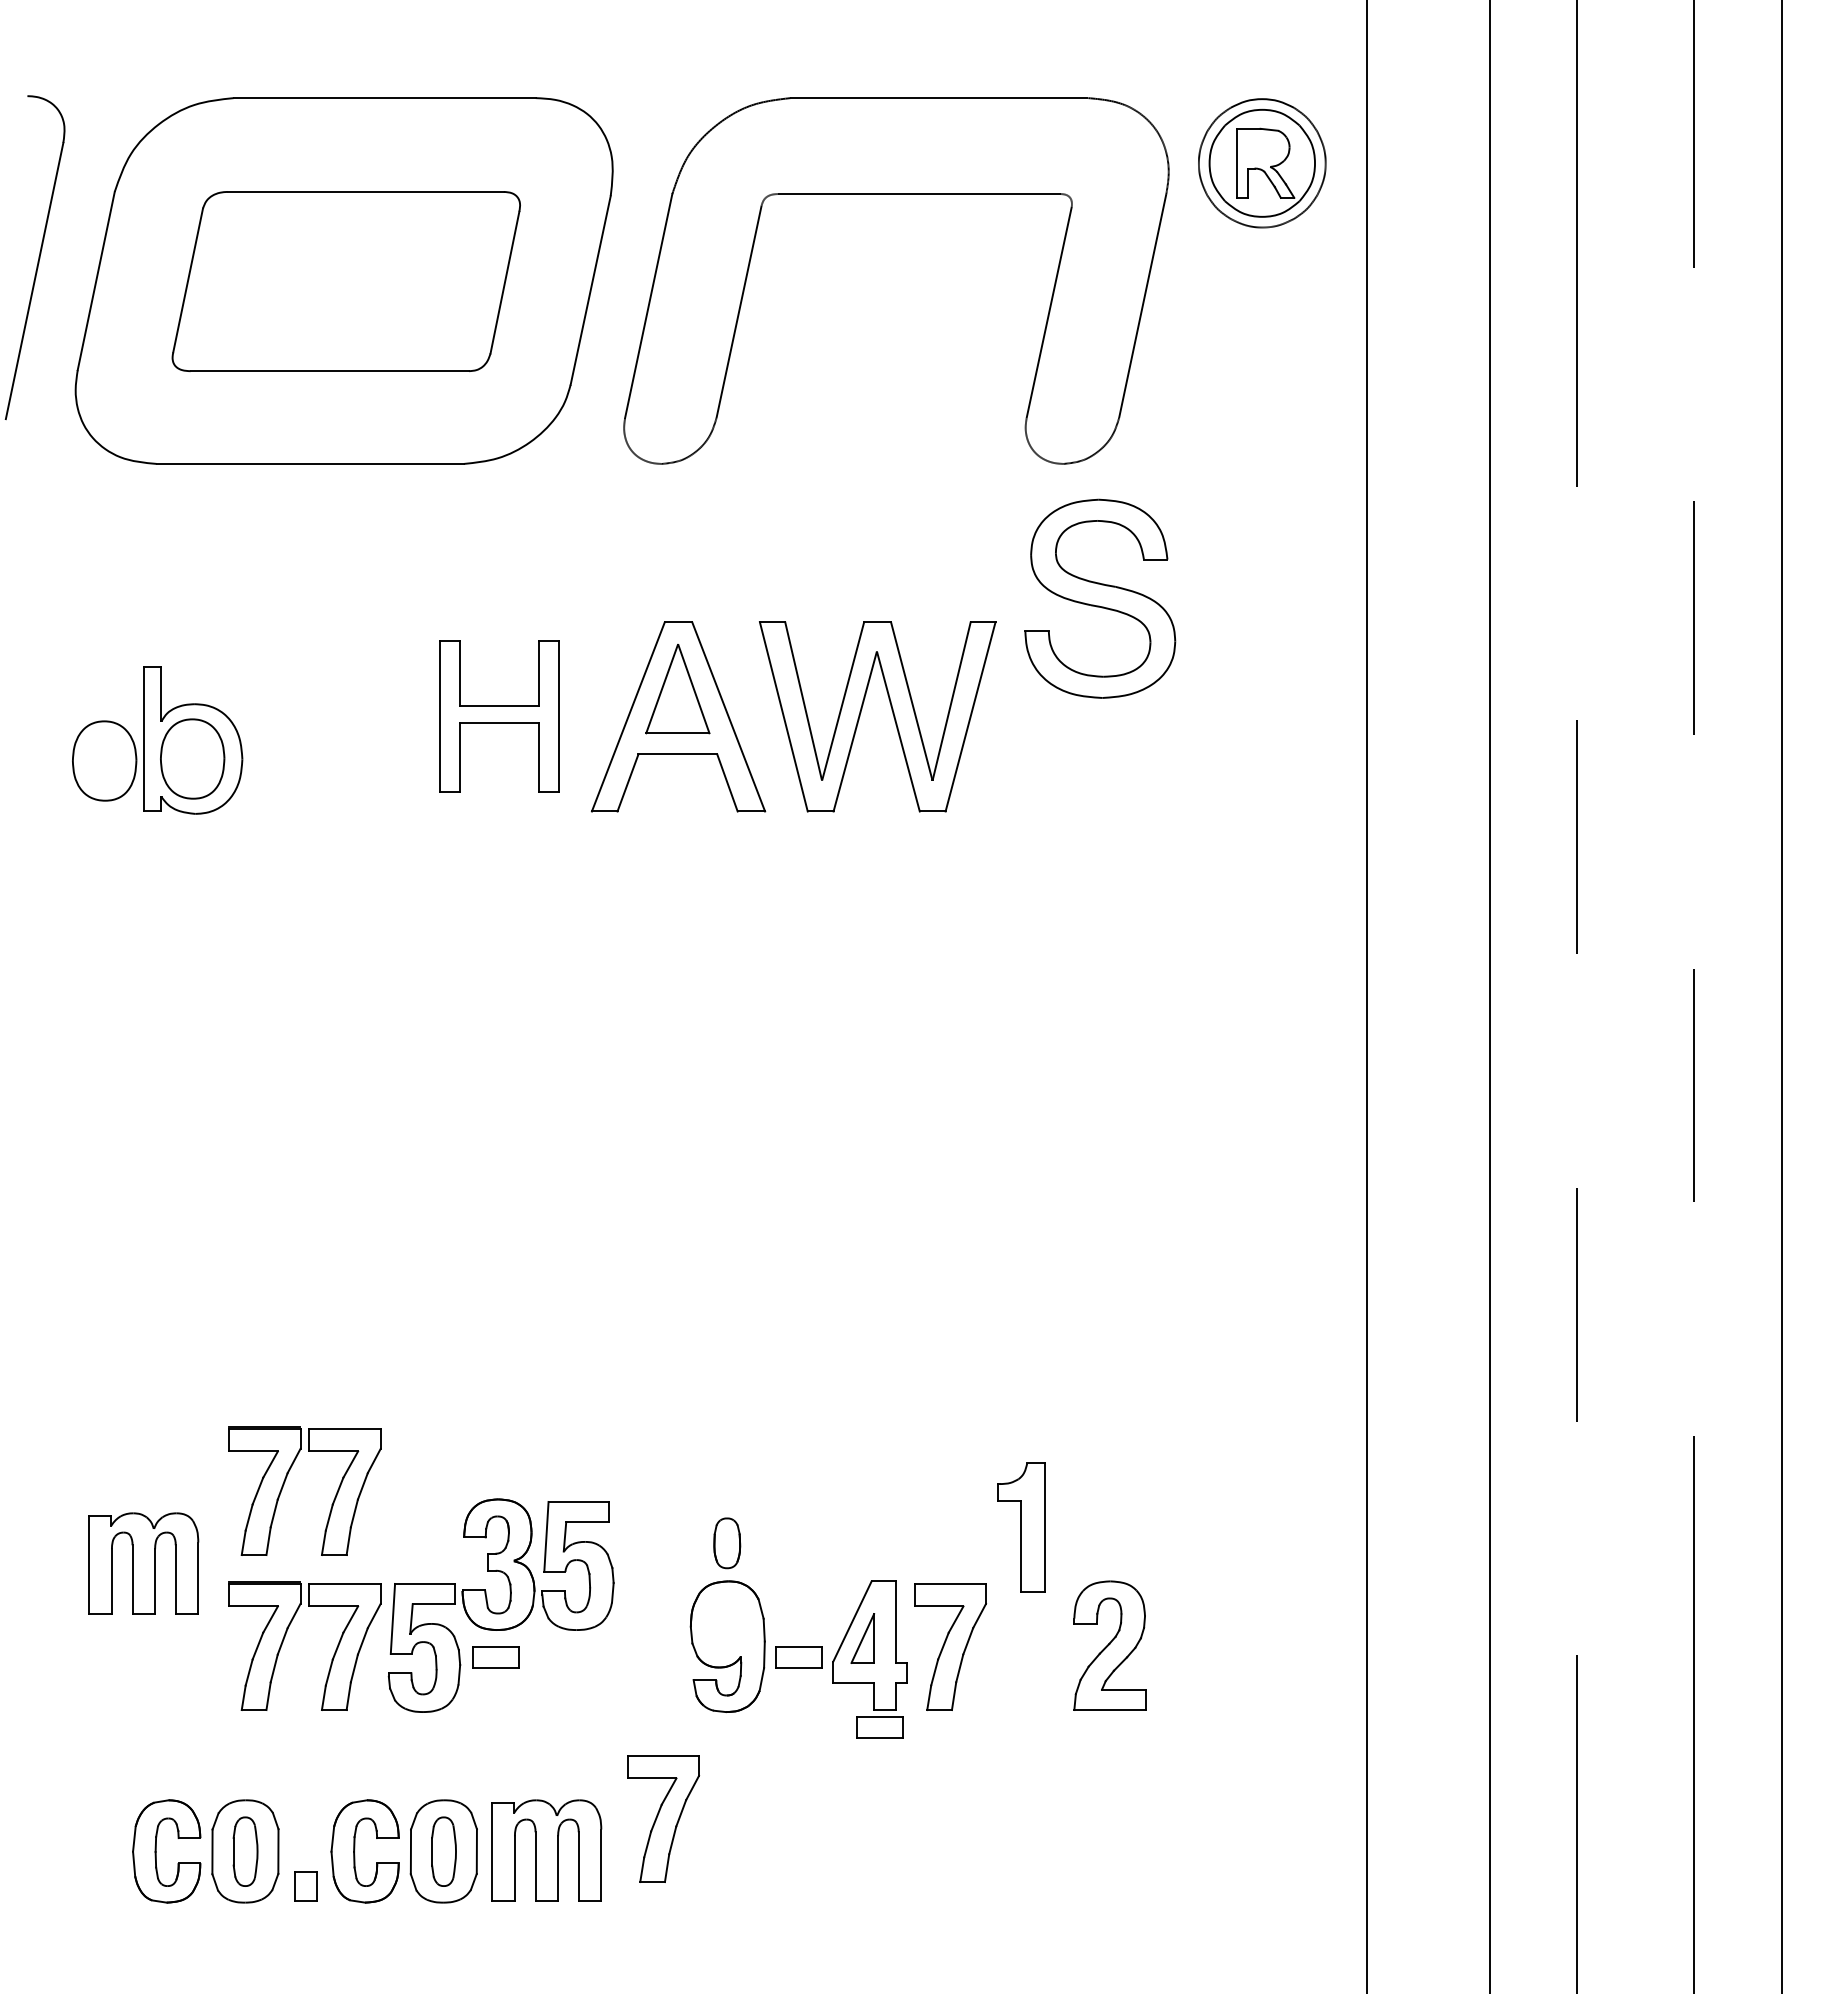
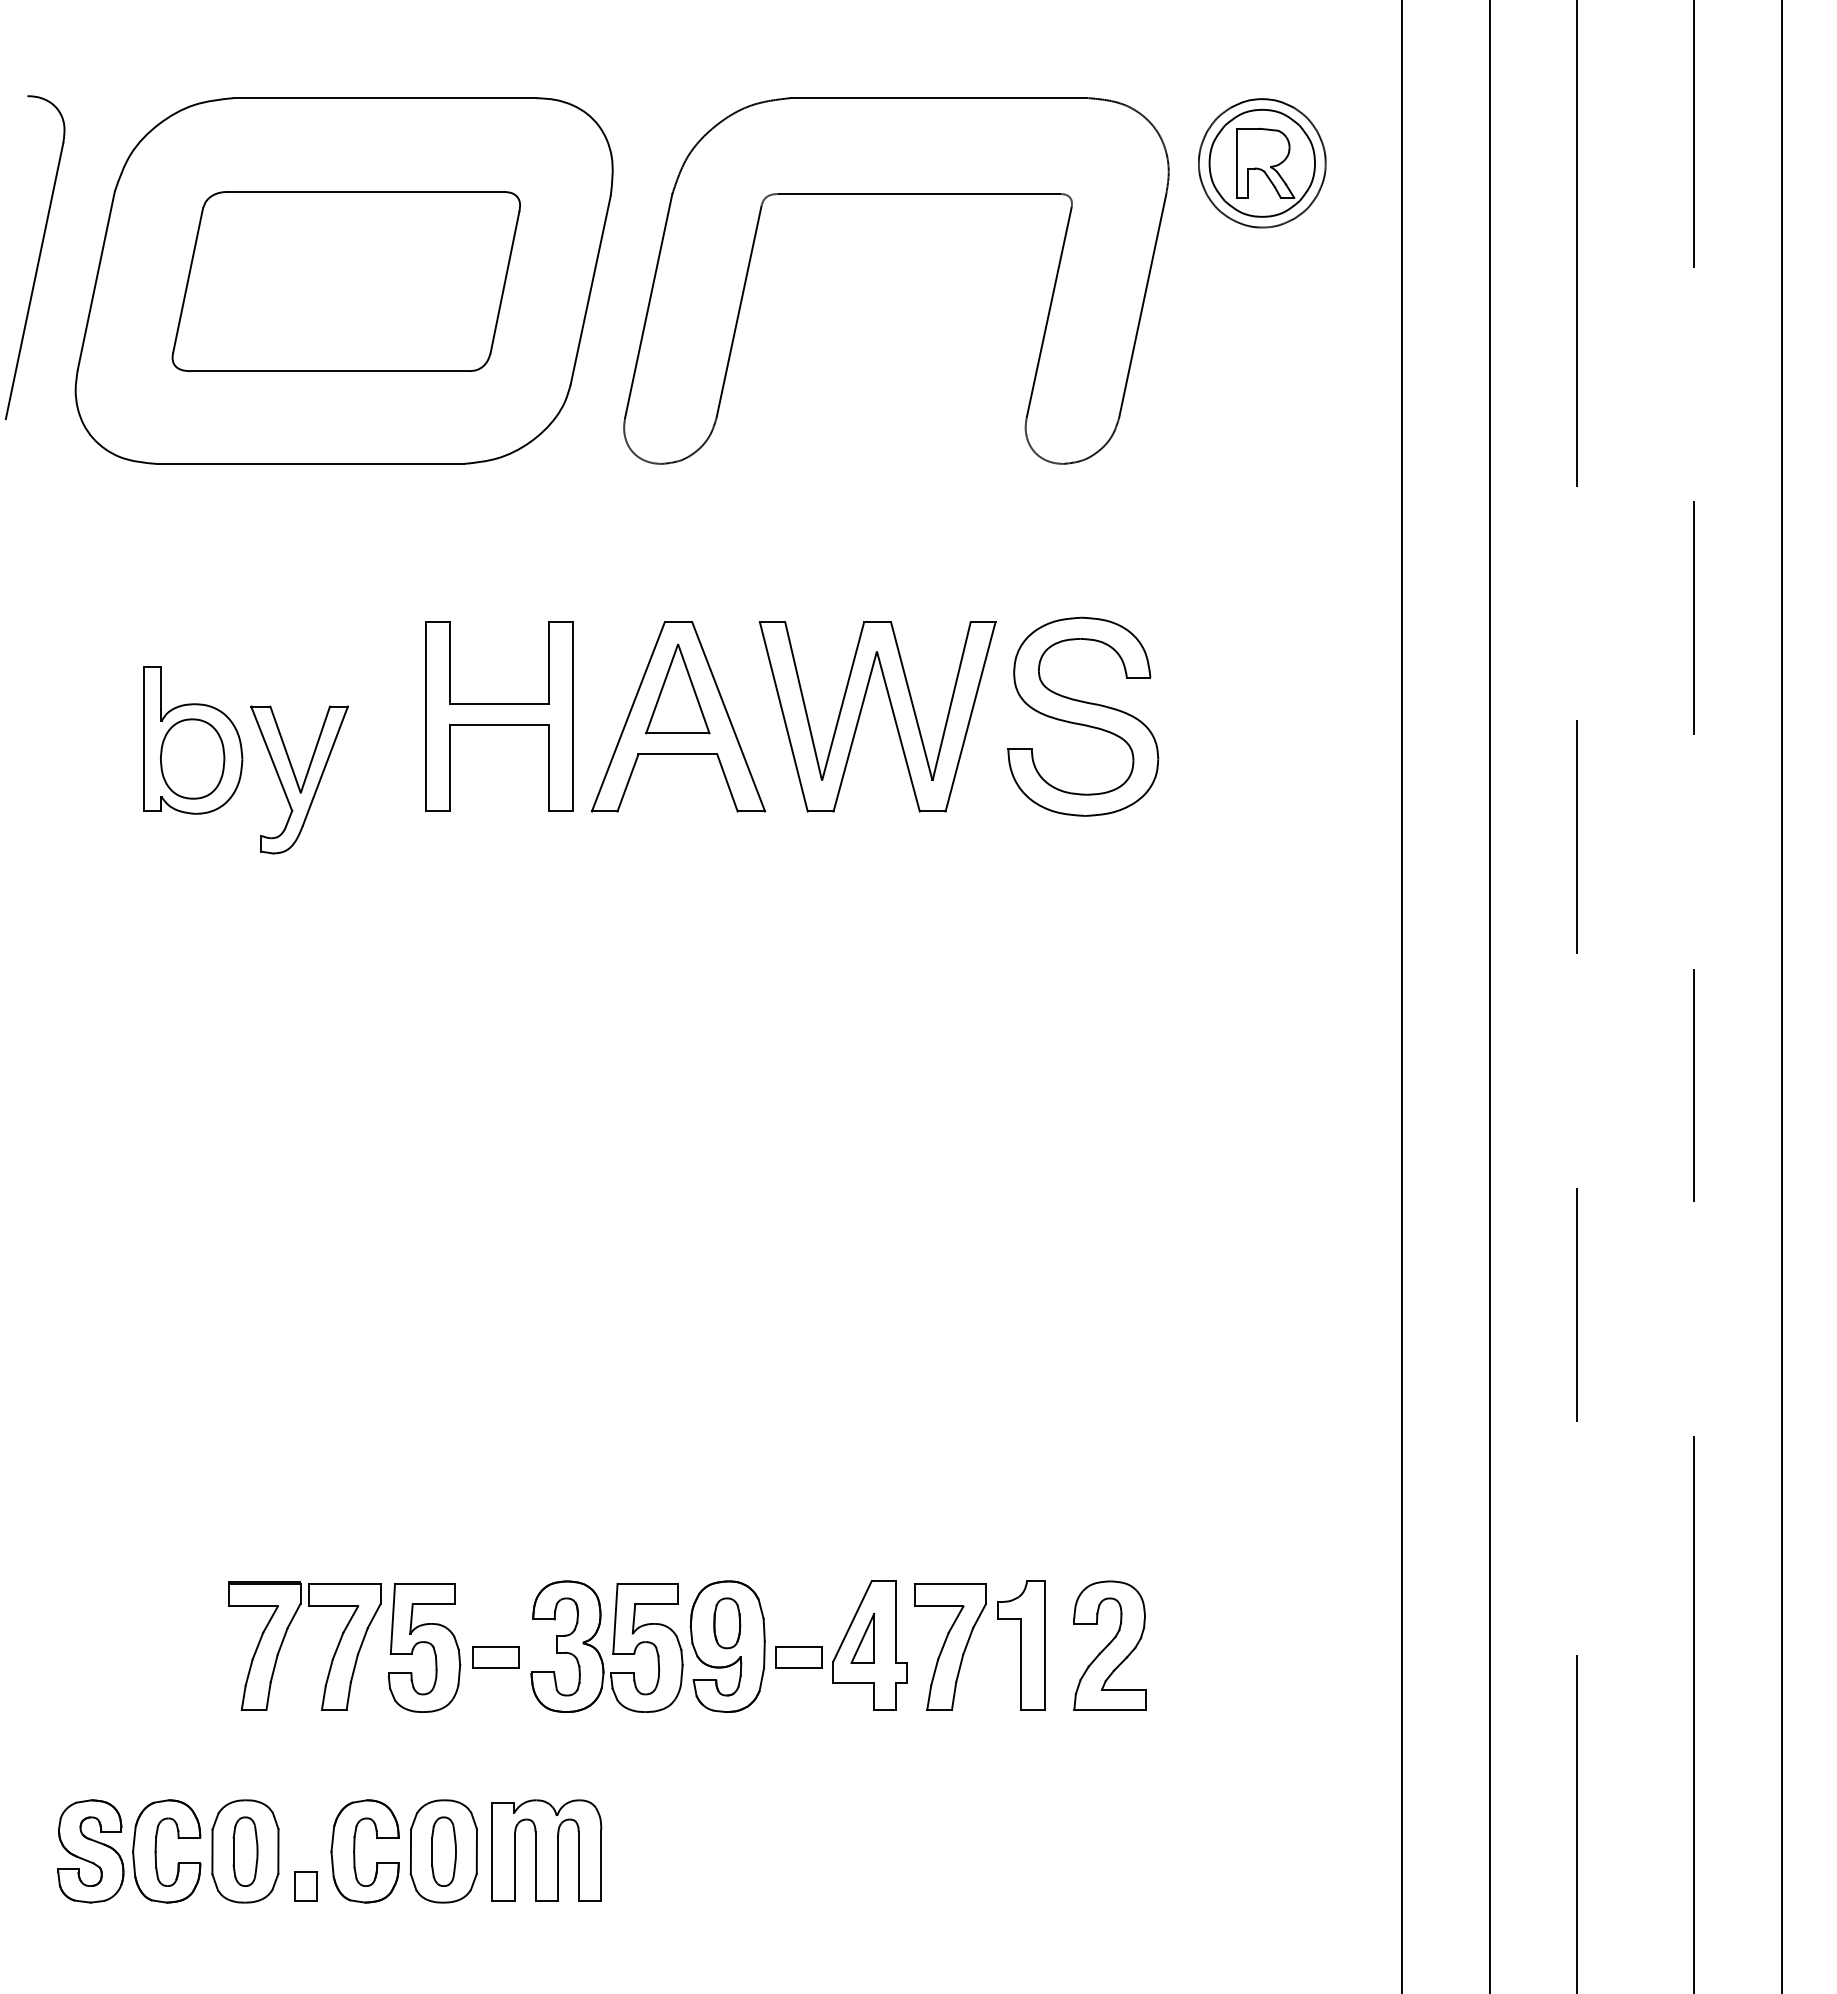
part at (1100, 598) position: (1100, 598) -> (1083, 716)
part at (499, 716) size: 121x153 px -> 149x191 px
part at (104, 760): present -> none
part at (299, 779): none -> present
line at (1367, 996) position: (1367, 996) -> (1402, 996)
part at (285, 1482): present -> none
part at (1021, 1527) position: (1021, 1527) -> (1021, 1645)
part at (727, 1543) position: (727, 1543) -> (727, 1623)
part at (143, 1563): present -> none
part at (537, 1564) position: (537, 1564) -> (606, 1646)
part at (879, 1727): present -> none
part at (663, 1818): present -> none
part at (90, 1851): none -> present
